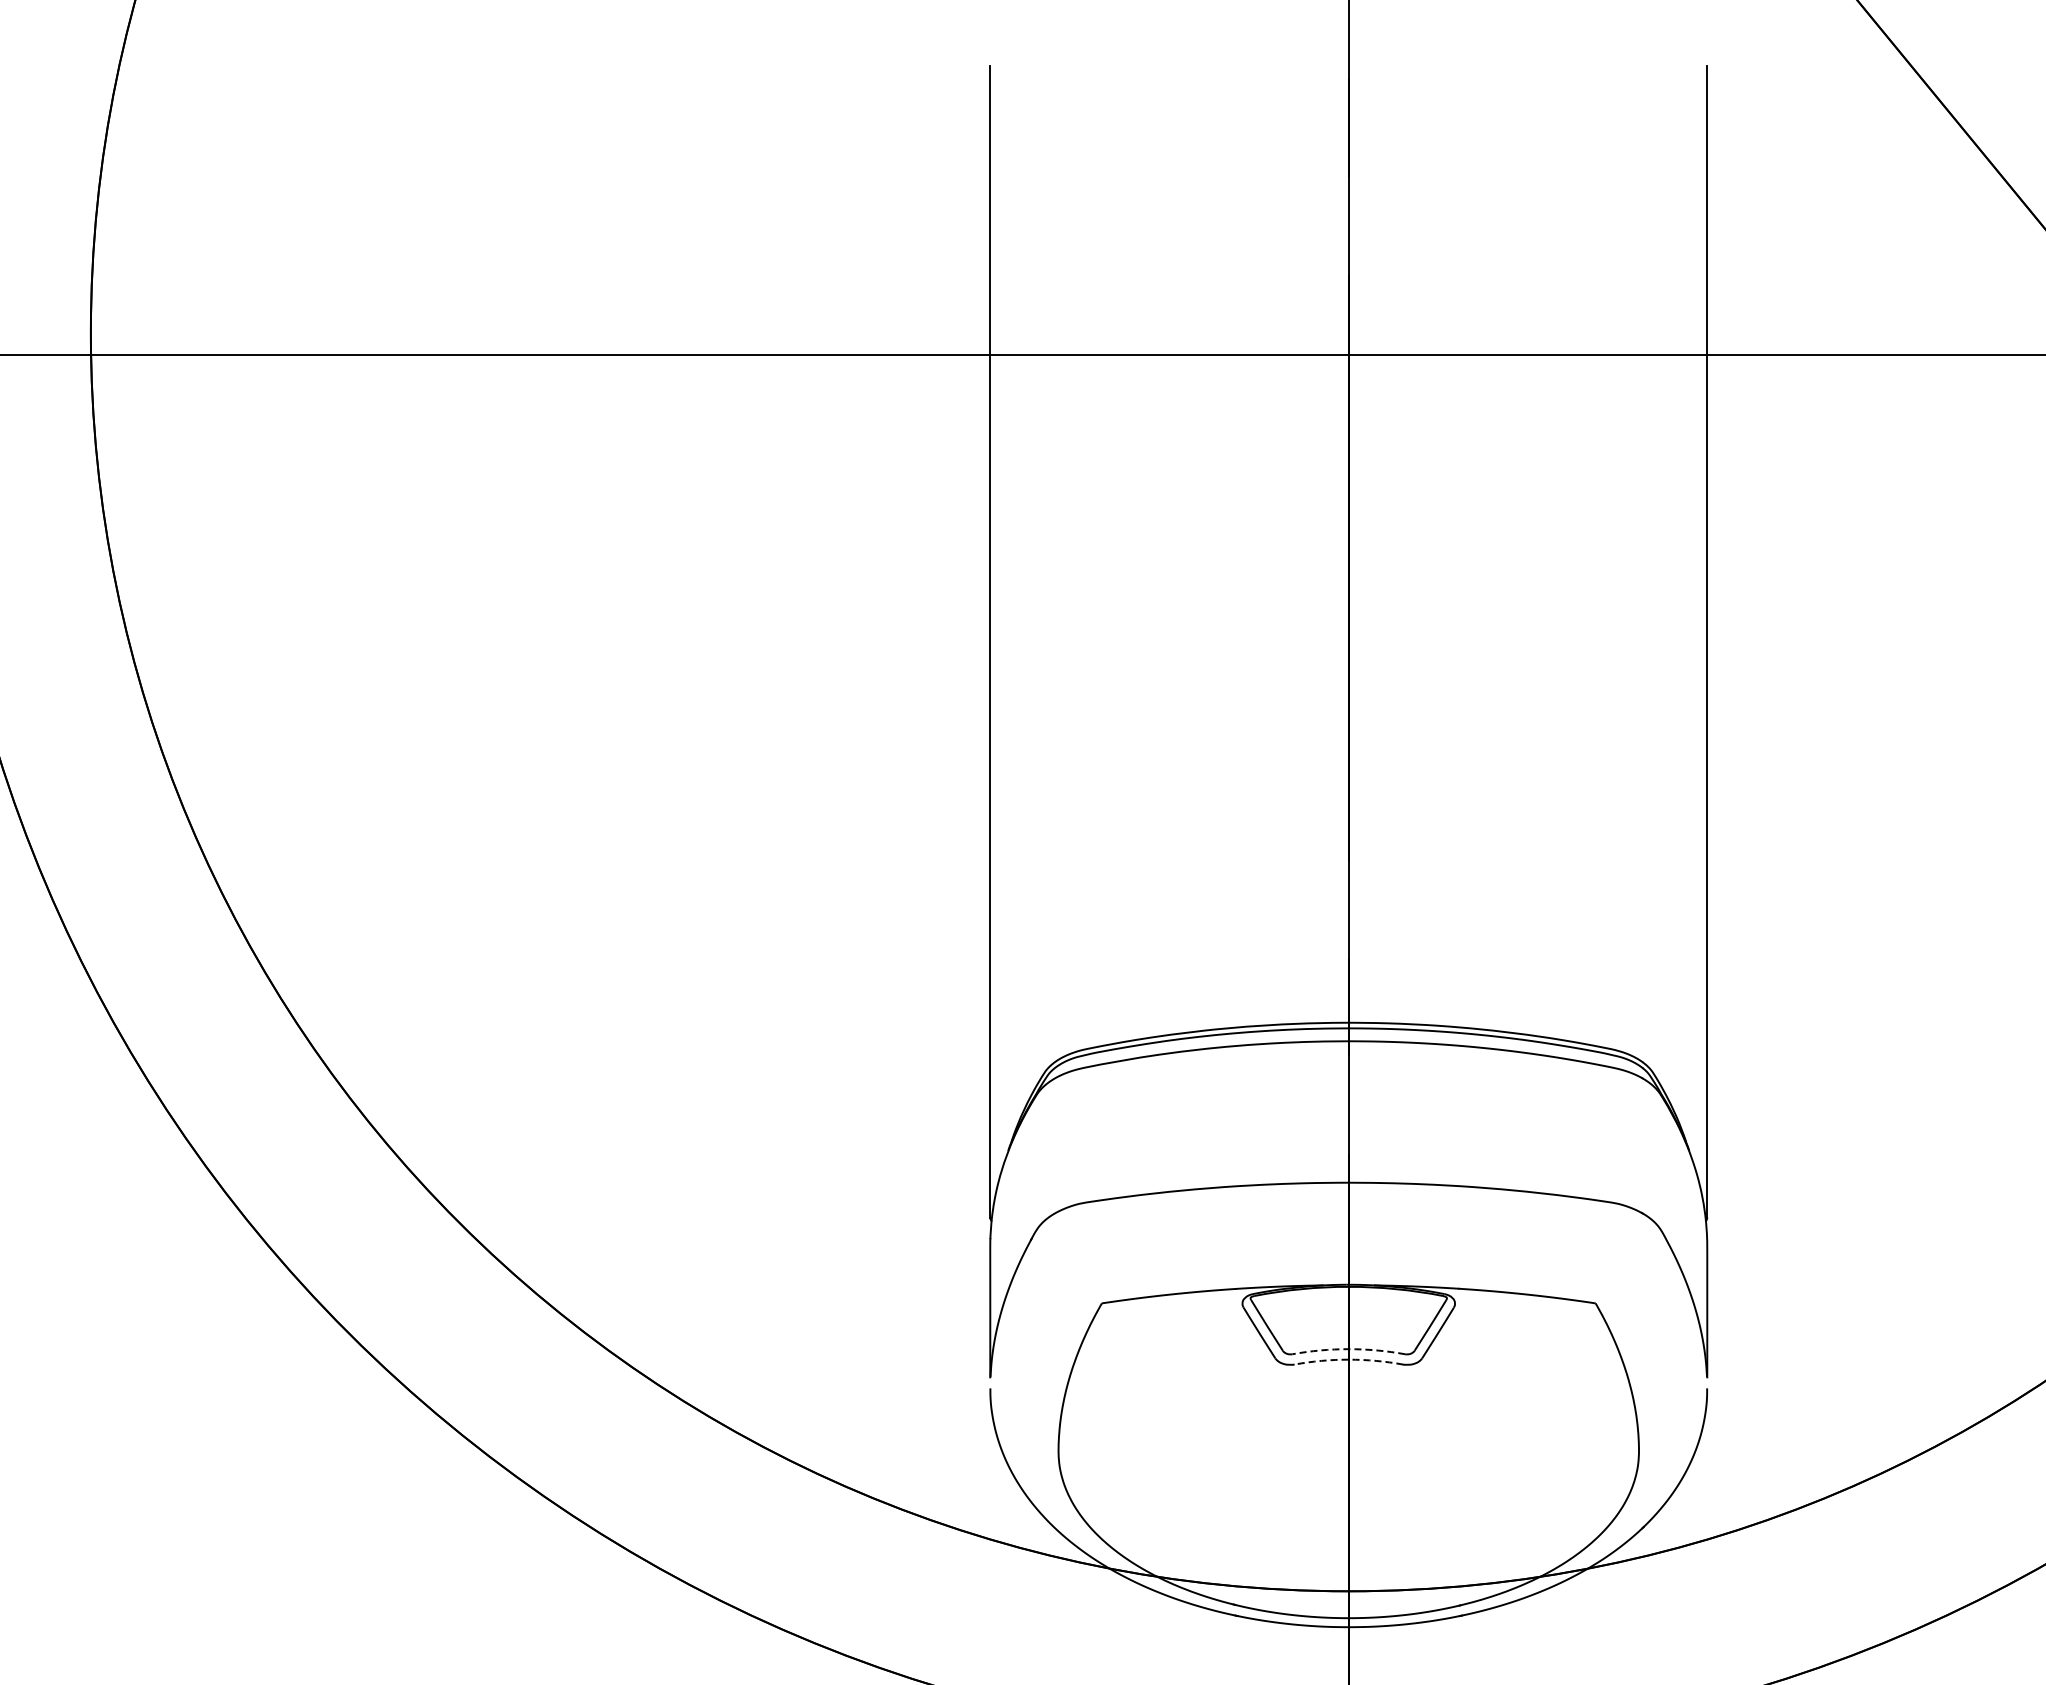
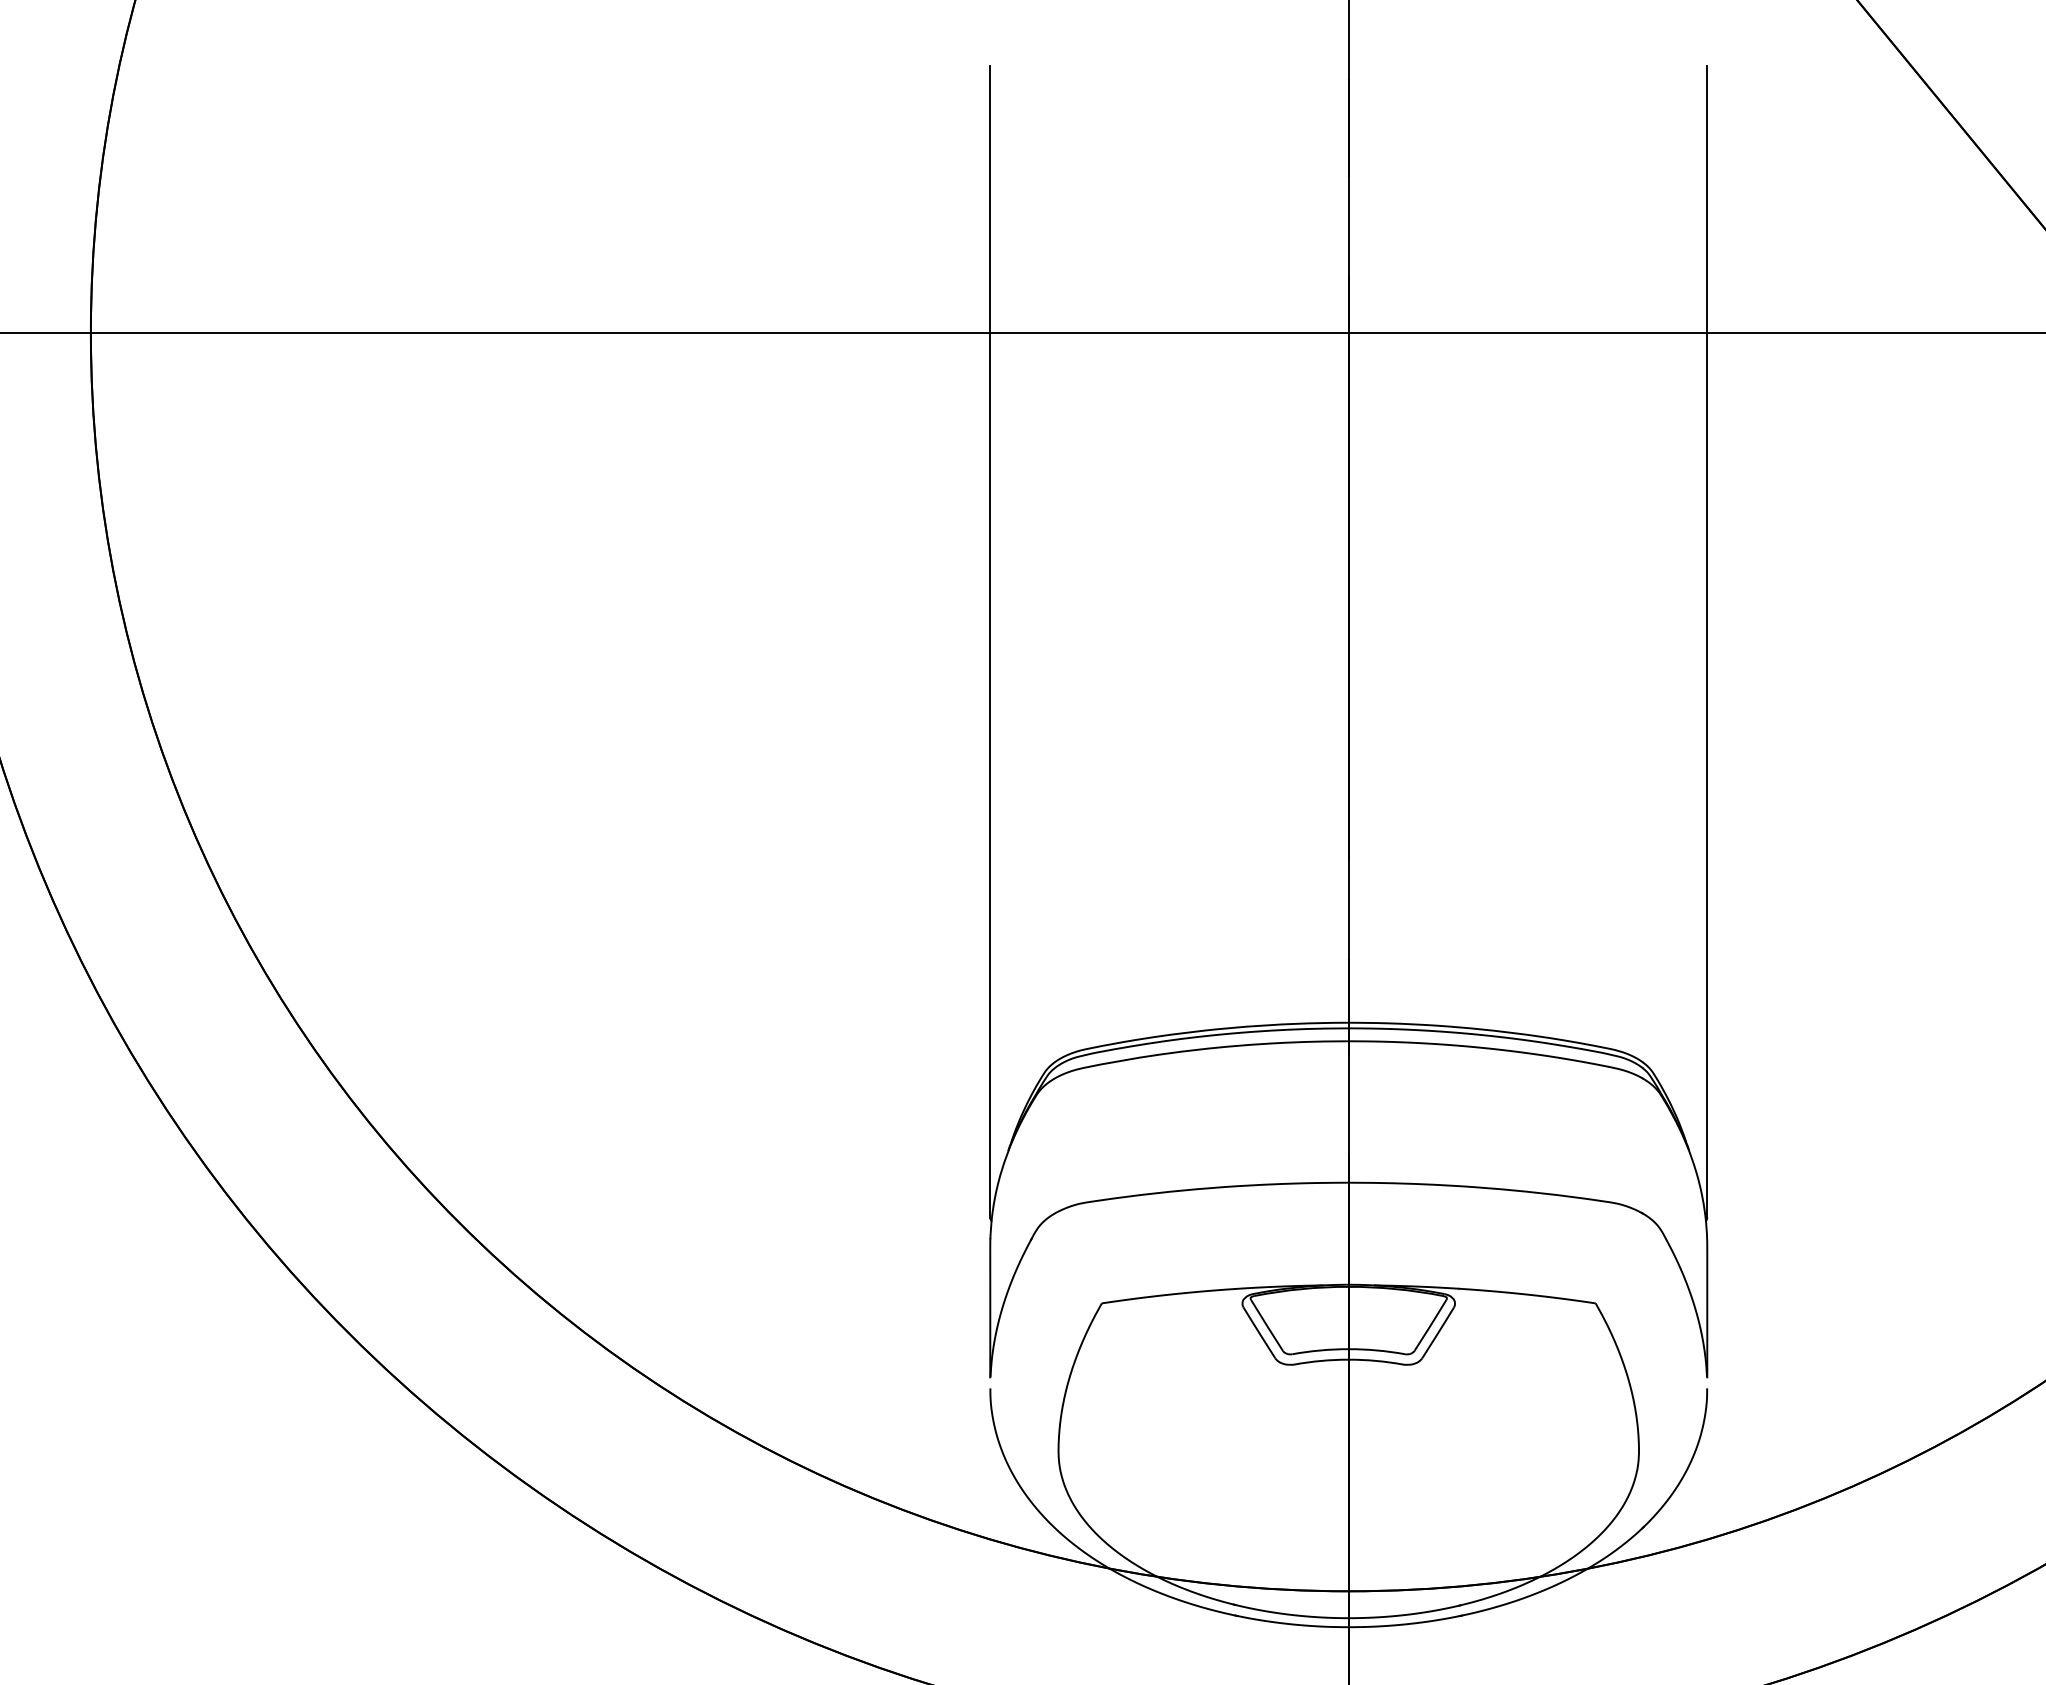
line at (1022, 355) position: (1022, 355) -> (1022, 333)
arc at (1348, 1349): dashed -> solid
arc at (1348, 1359): dashed -> solid
